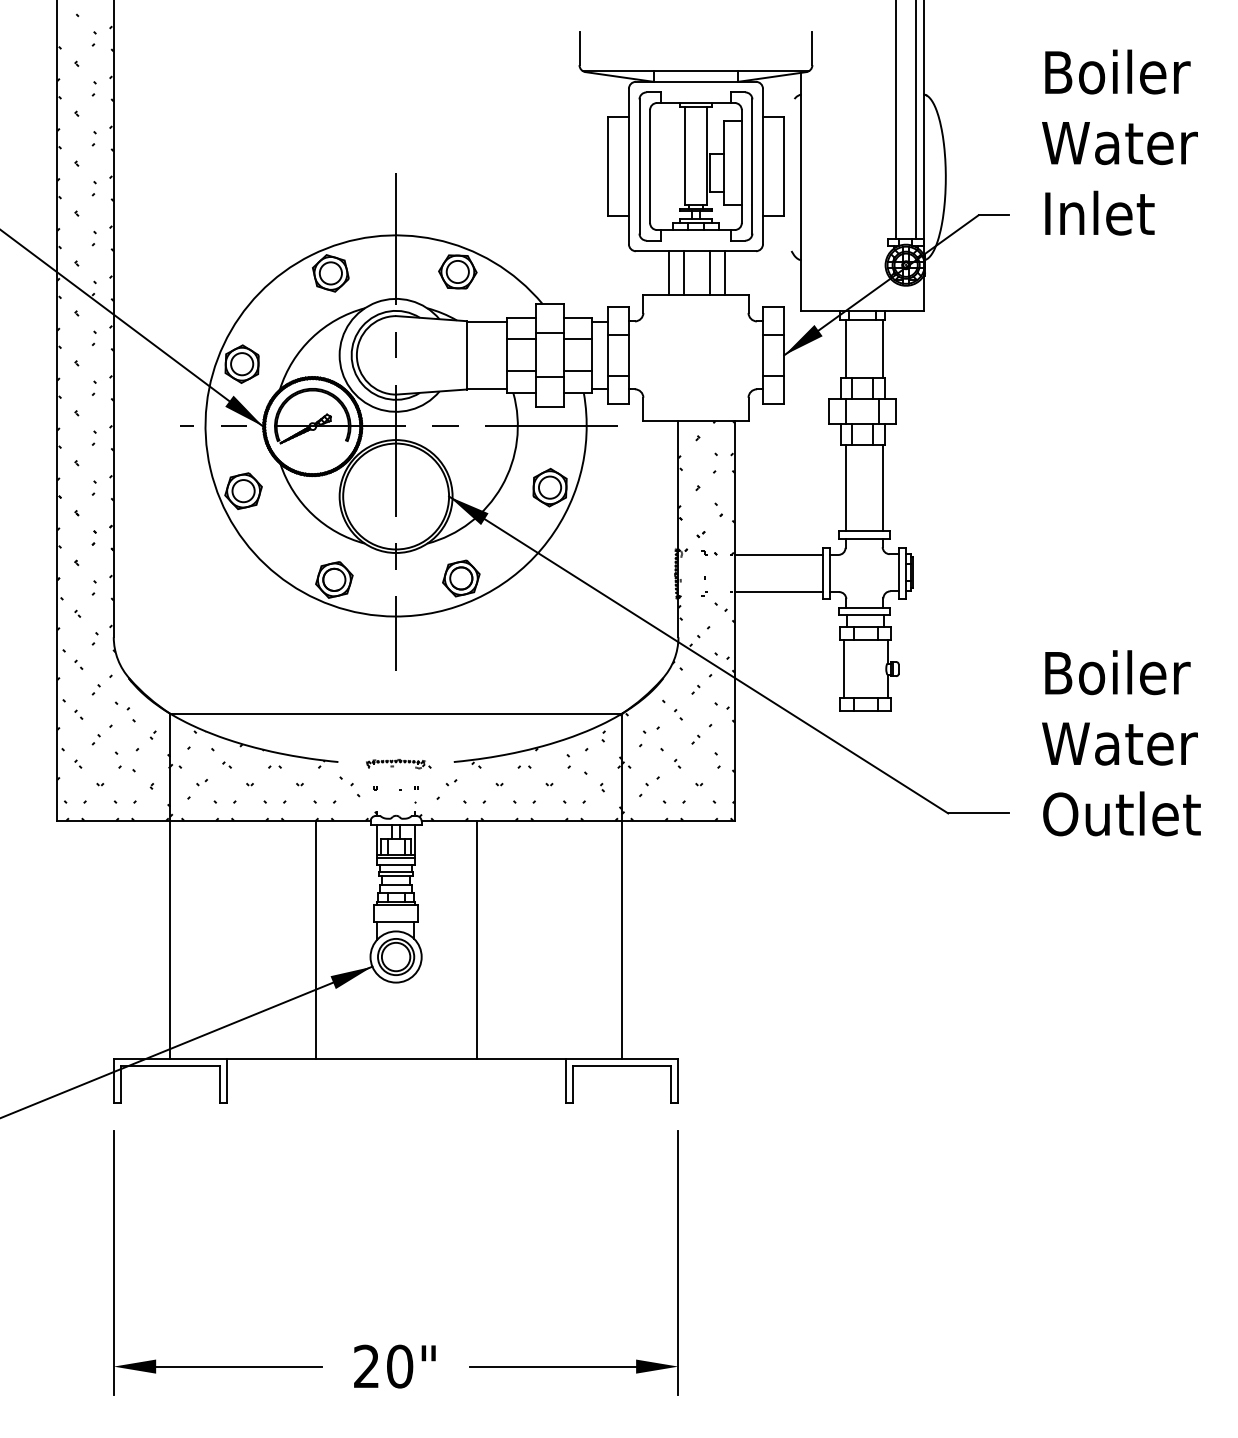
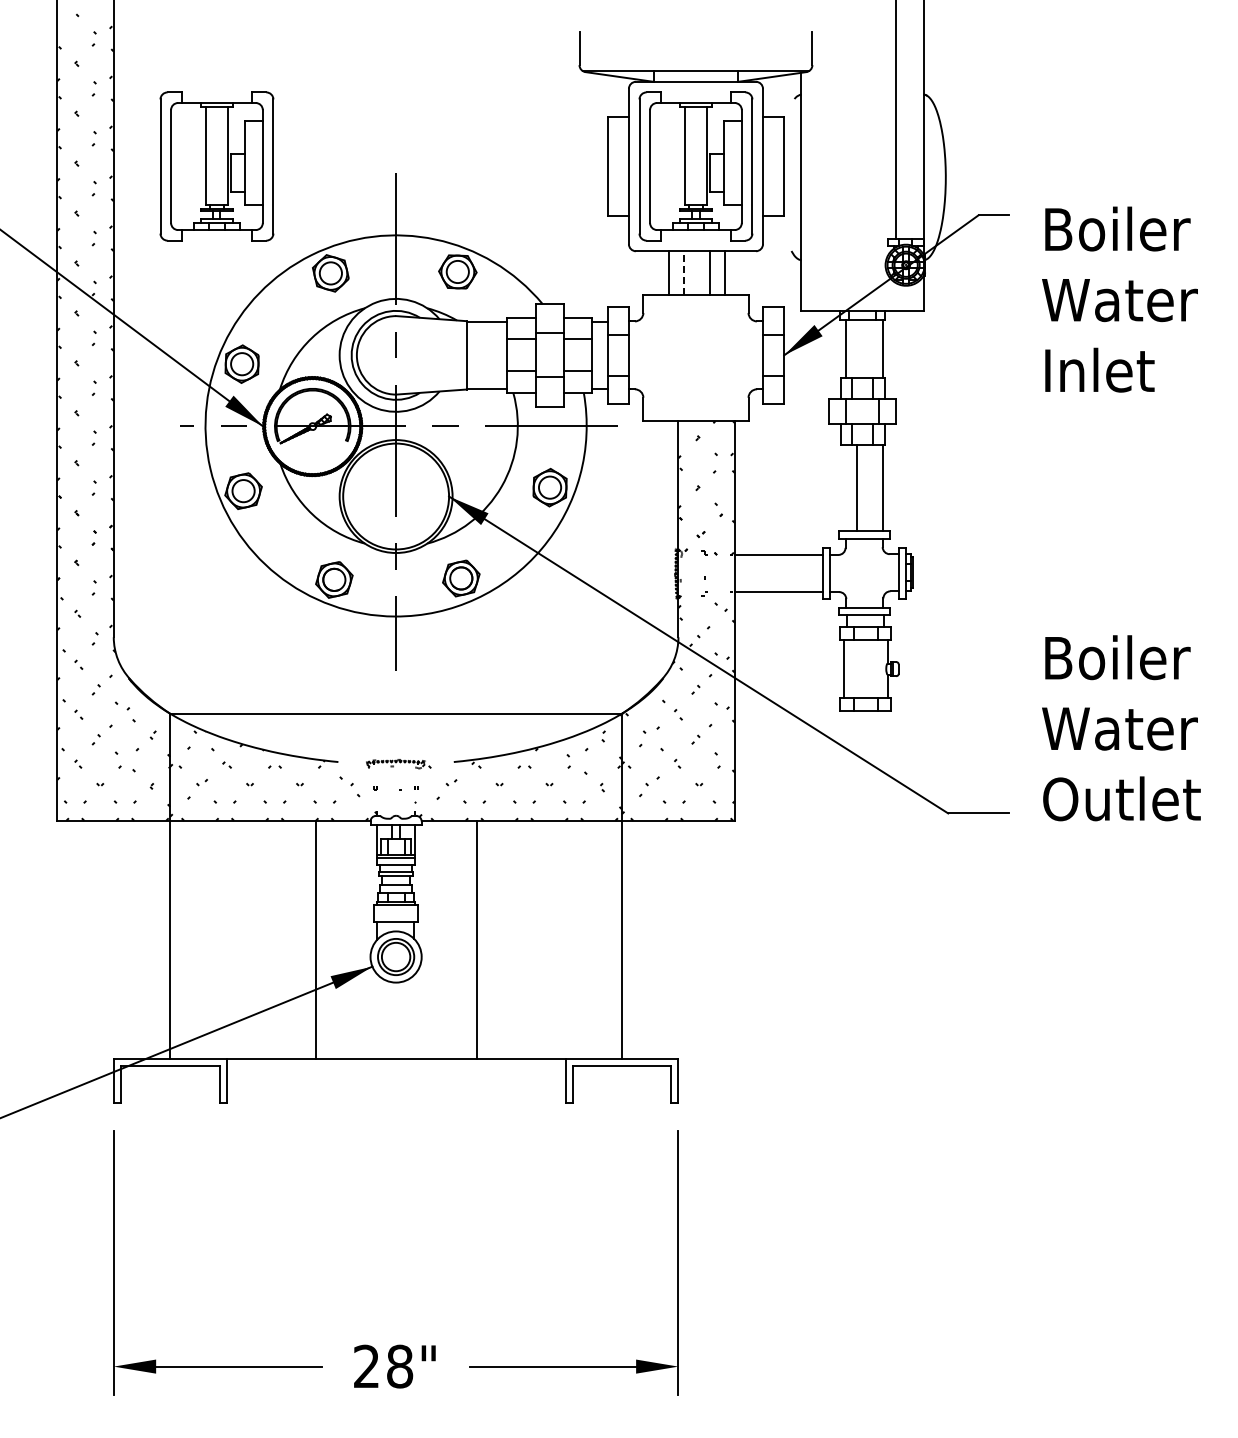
line at (916, 120): present -> none
text at (1119, 142) position: (1119, 142) -> (1119, 299)
part at (216, 166): none -> present
line at (683, 272): solid -> dashed
line at (845, 487) position: (845, 487) -> (856, 487)
text at (1121, 743) position: (1121, 743) -> (1121, 728)
text at (400, 1366): 20" -> 28"
